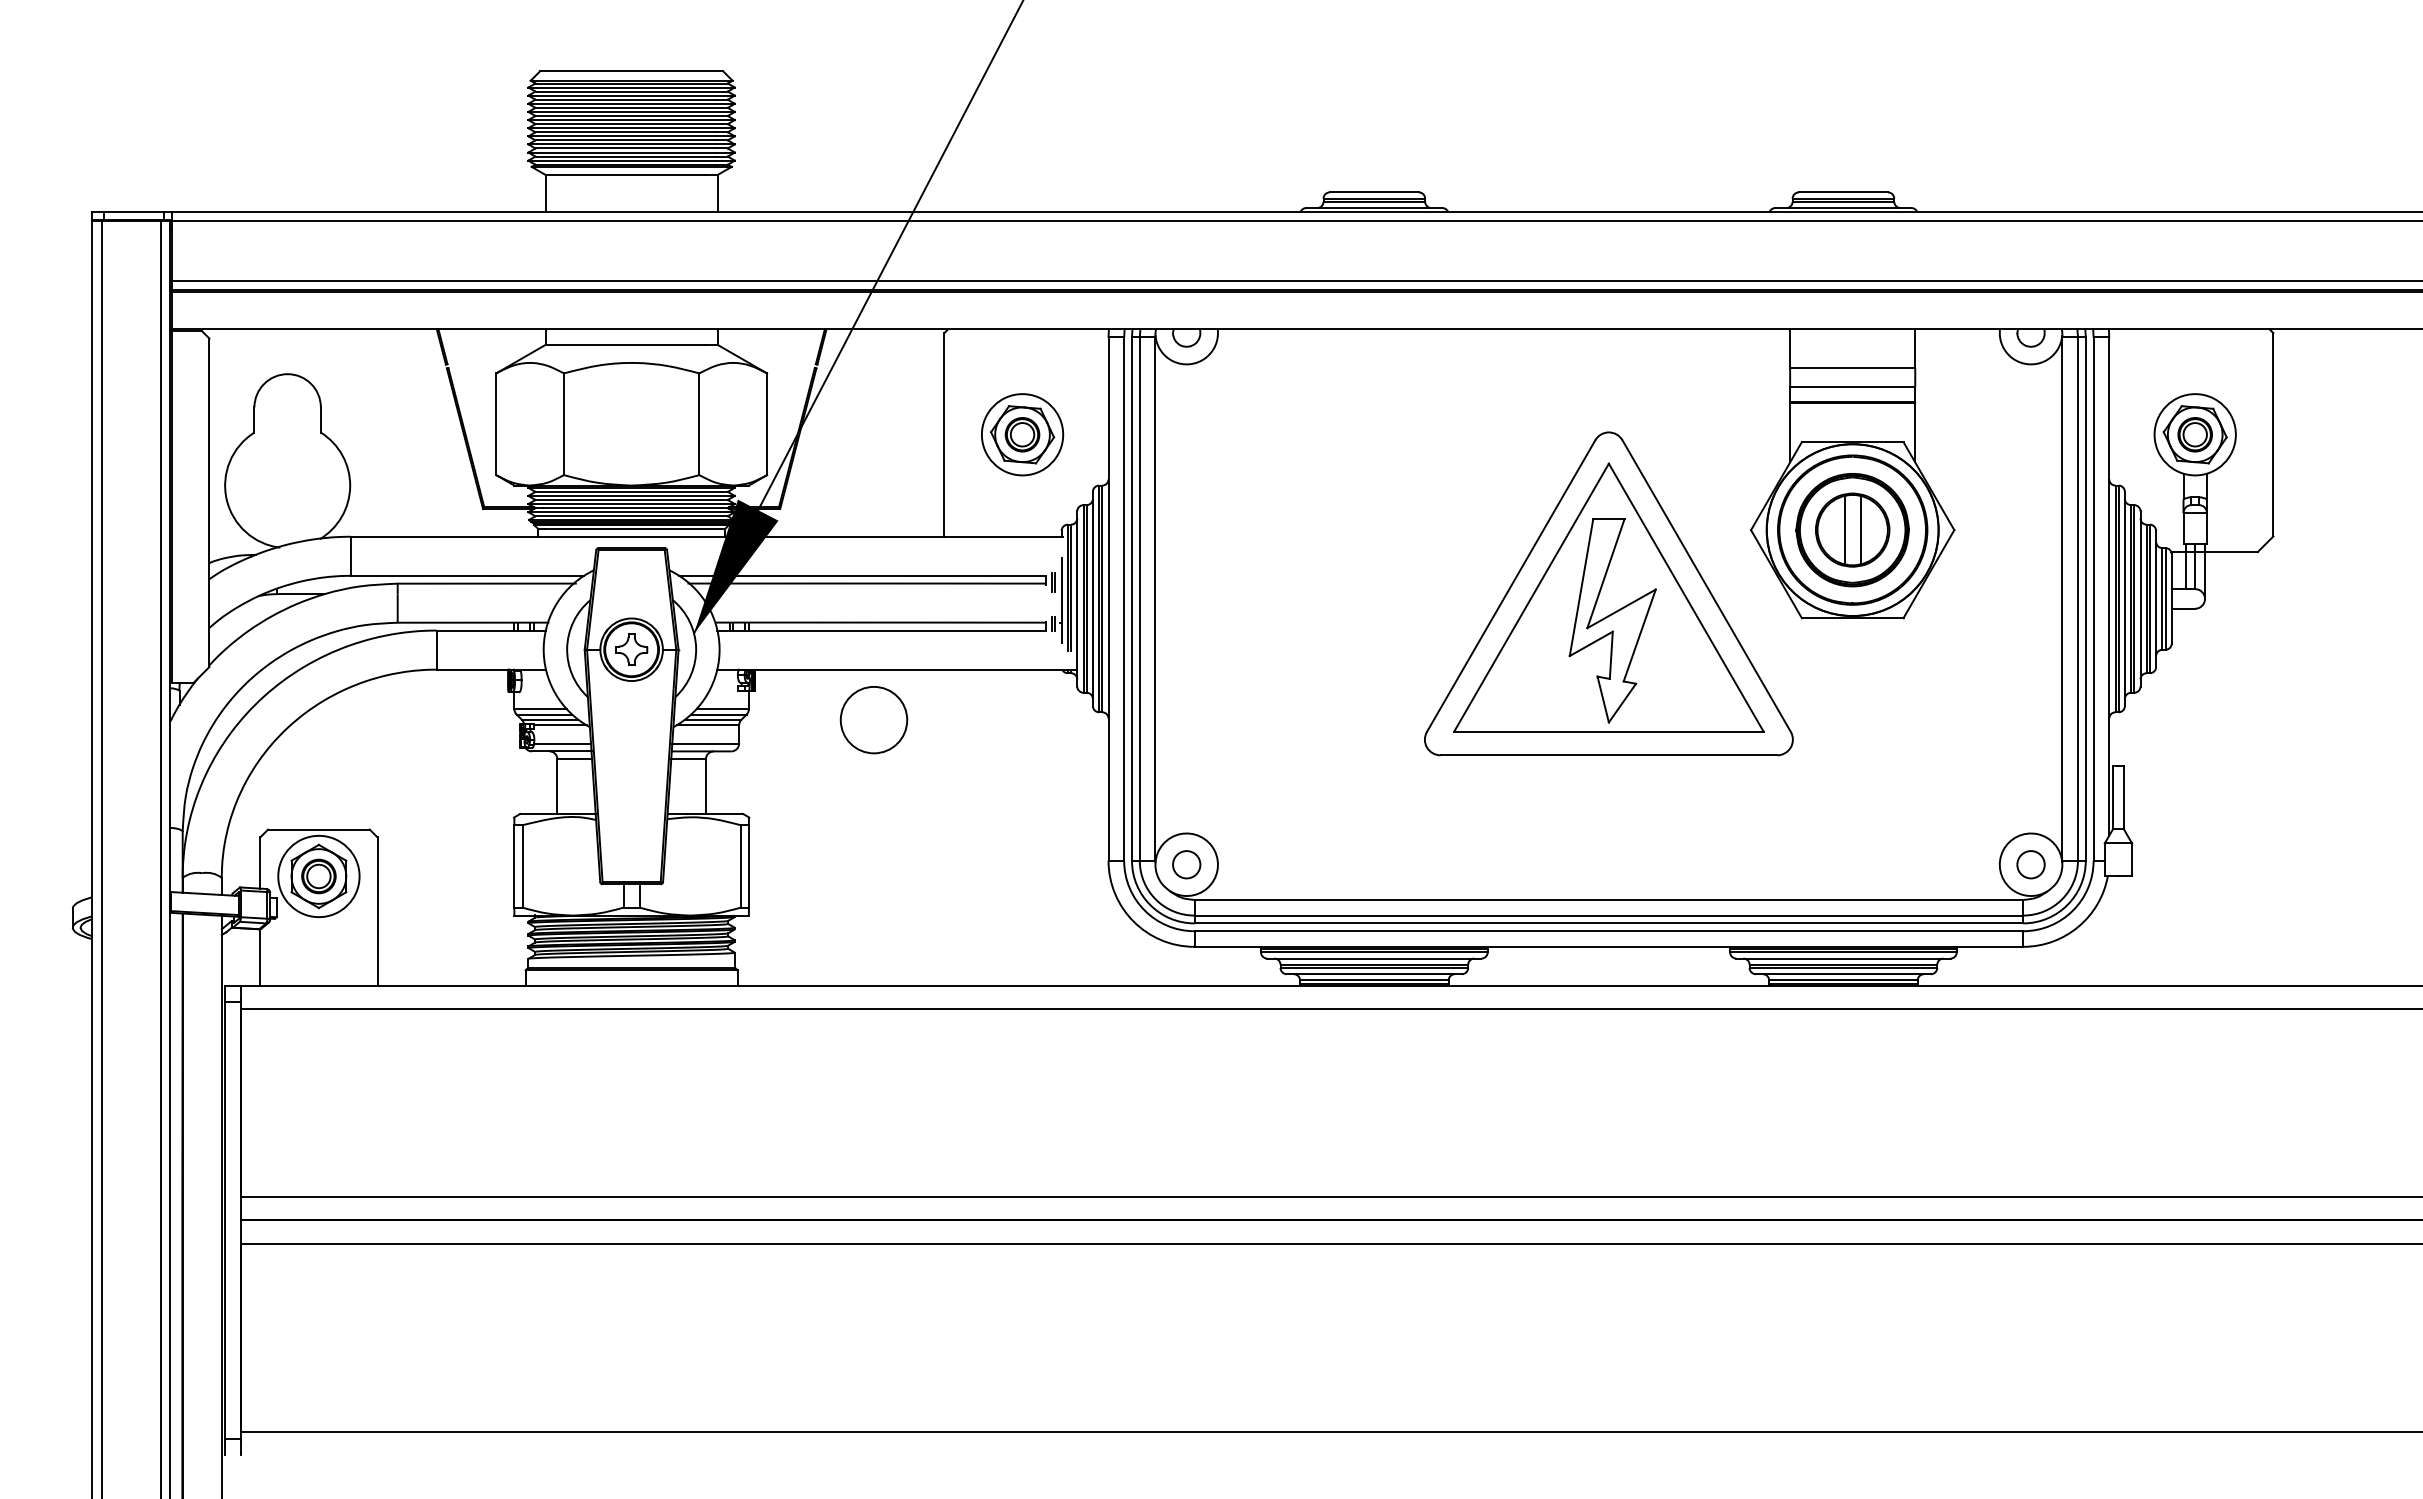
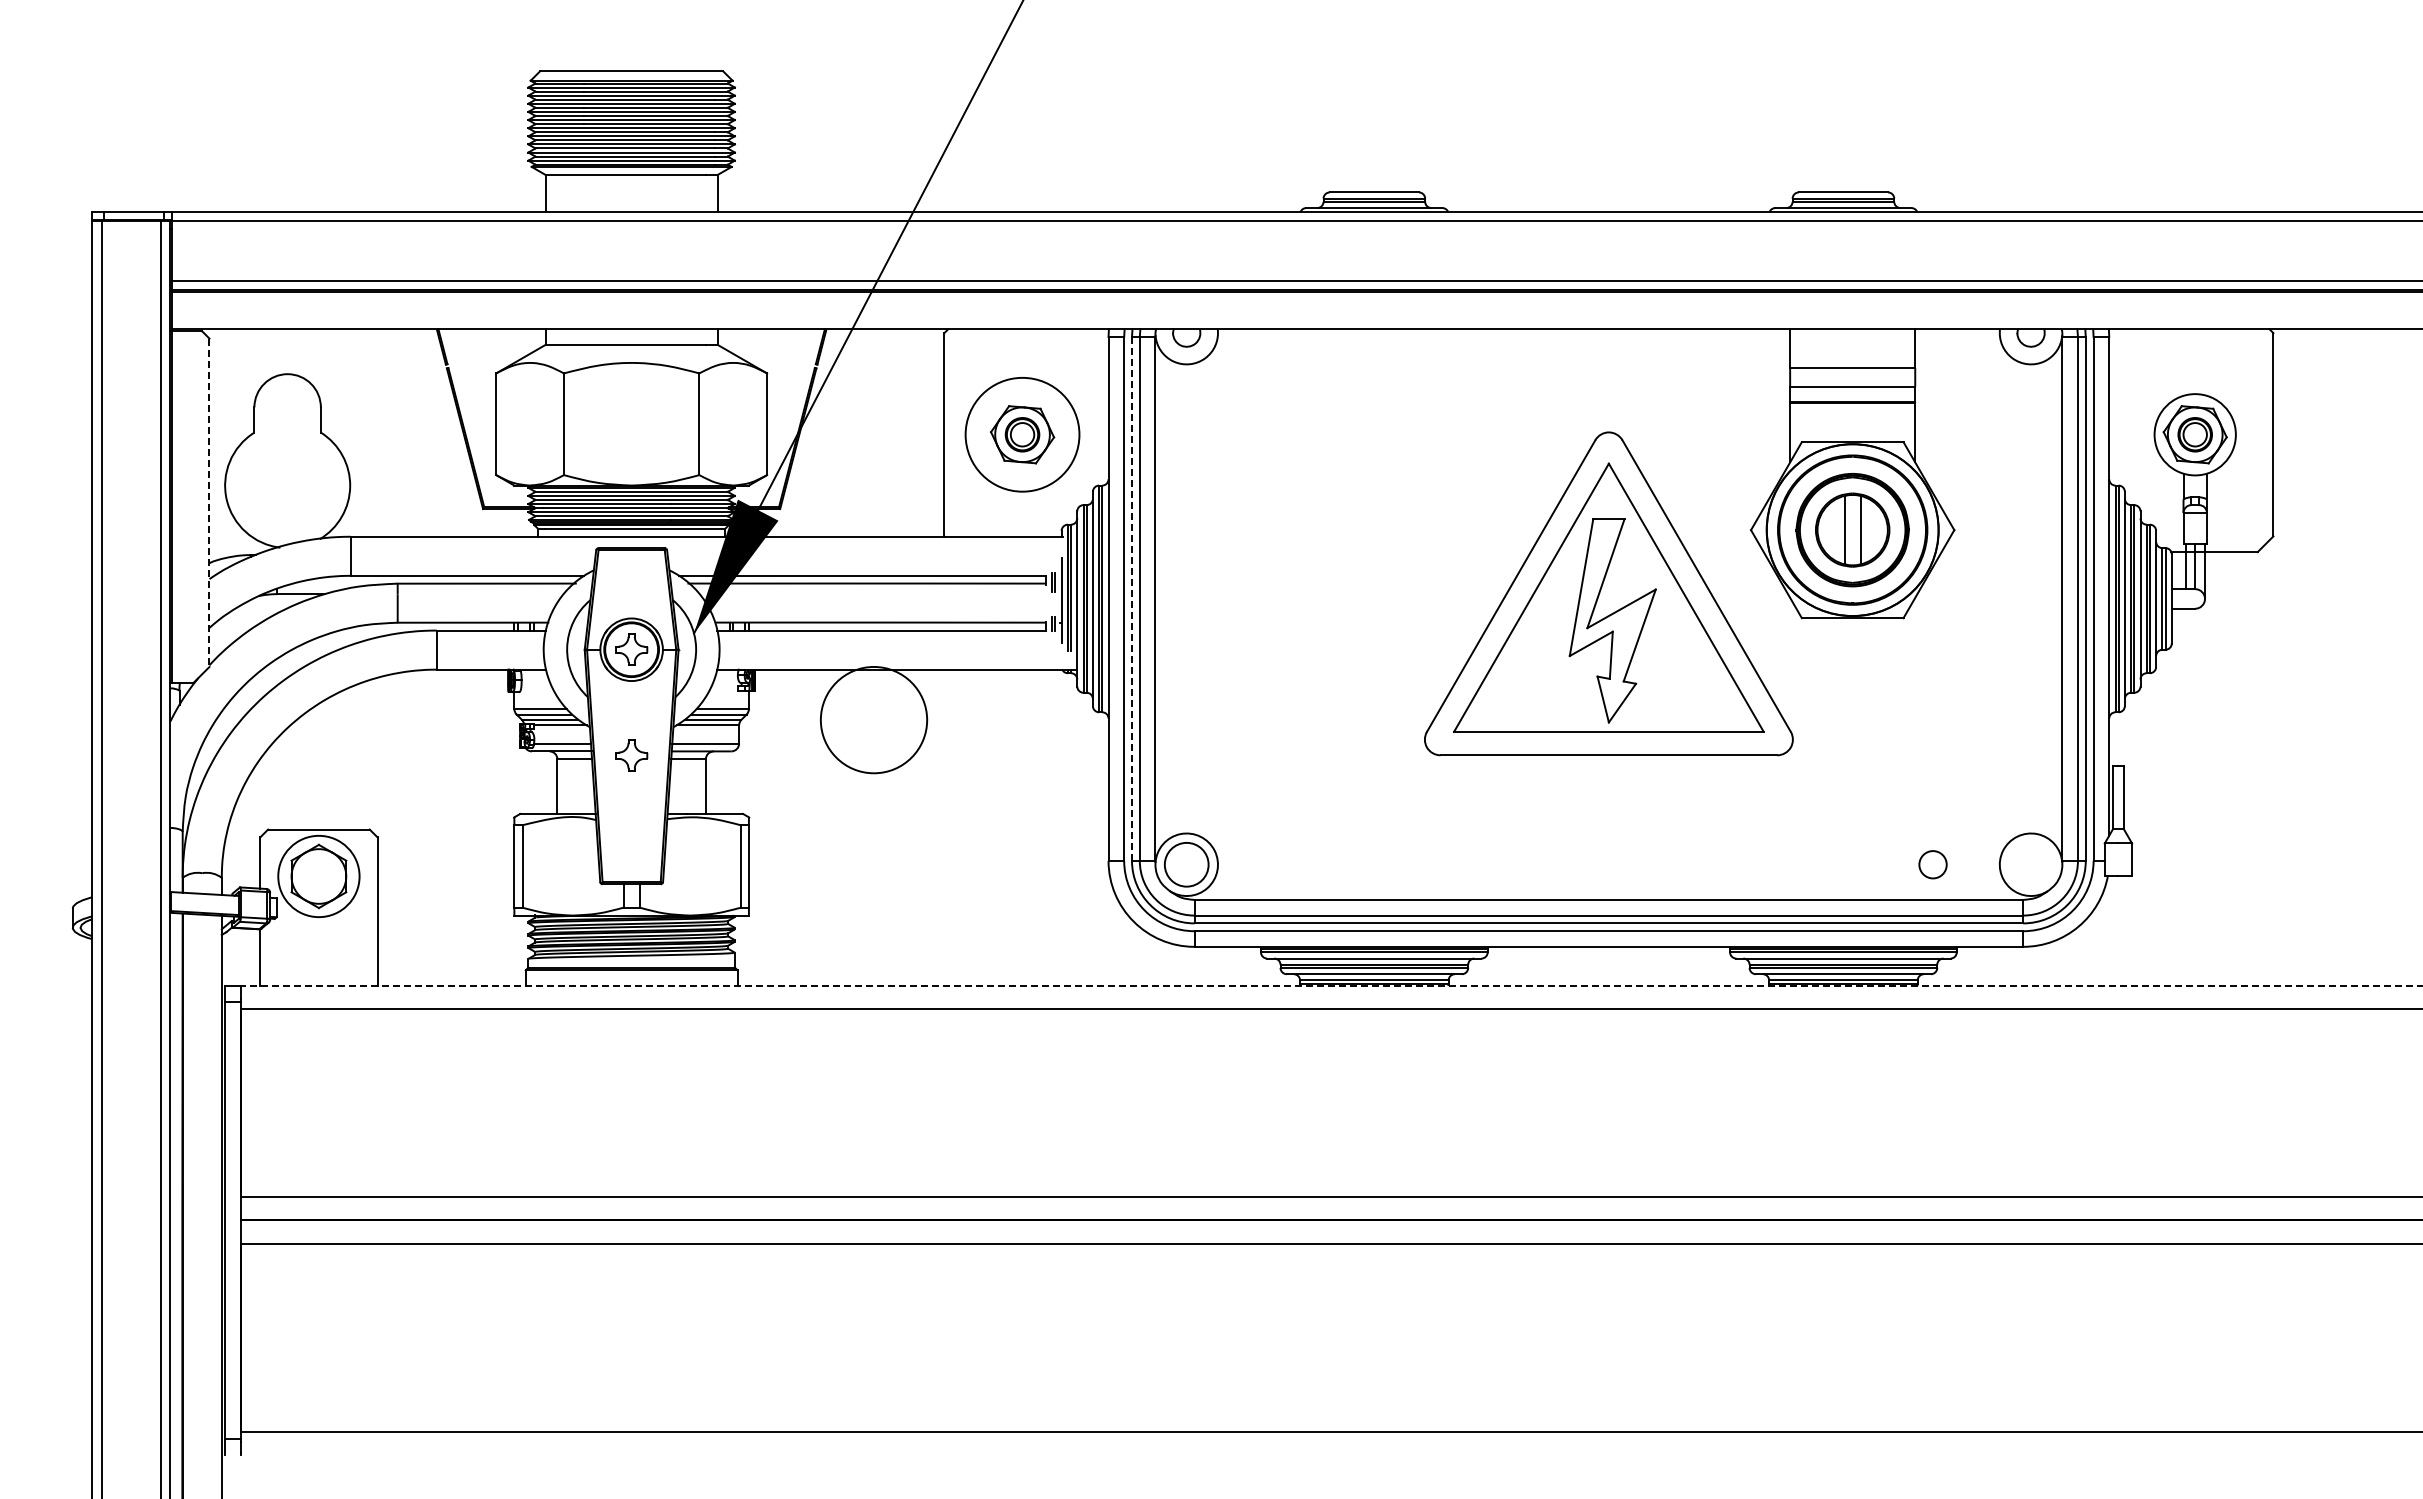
circle at (1022, 434) diameter: 81 px -> 114 px
line at (209, 503): solid -> dashed
line at (1132, 598): solid -> dashed
circle at (873, 719) diameter: 66 px -> 106 px
part at (631, 755): none -> present
circle at (1186, 864) diameter: 27 px -> 44 px
circle at (2030, 864) position: (2030, 864) -> (1932, 864)
part at (318, 876): present -> none
line at (1331, 985): solid -> dashed
